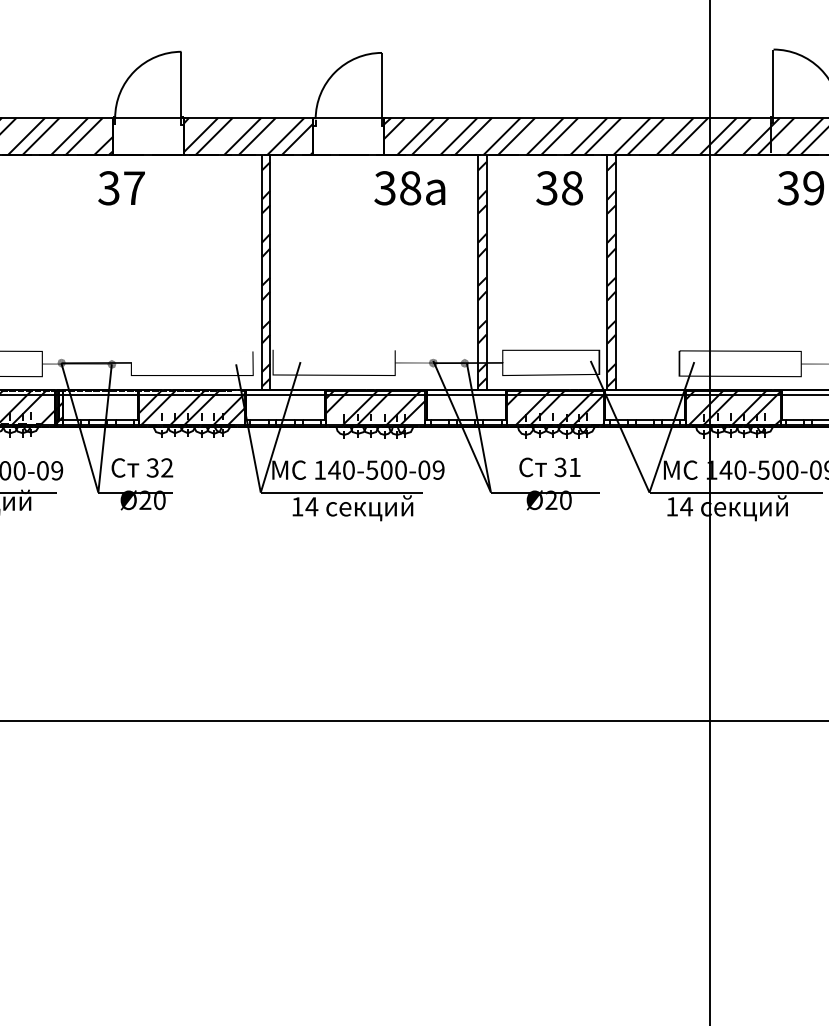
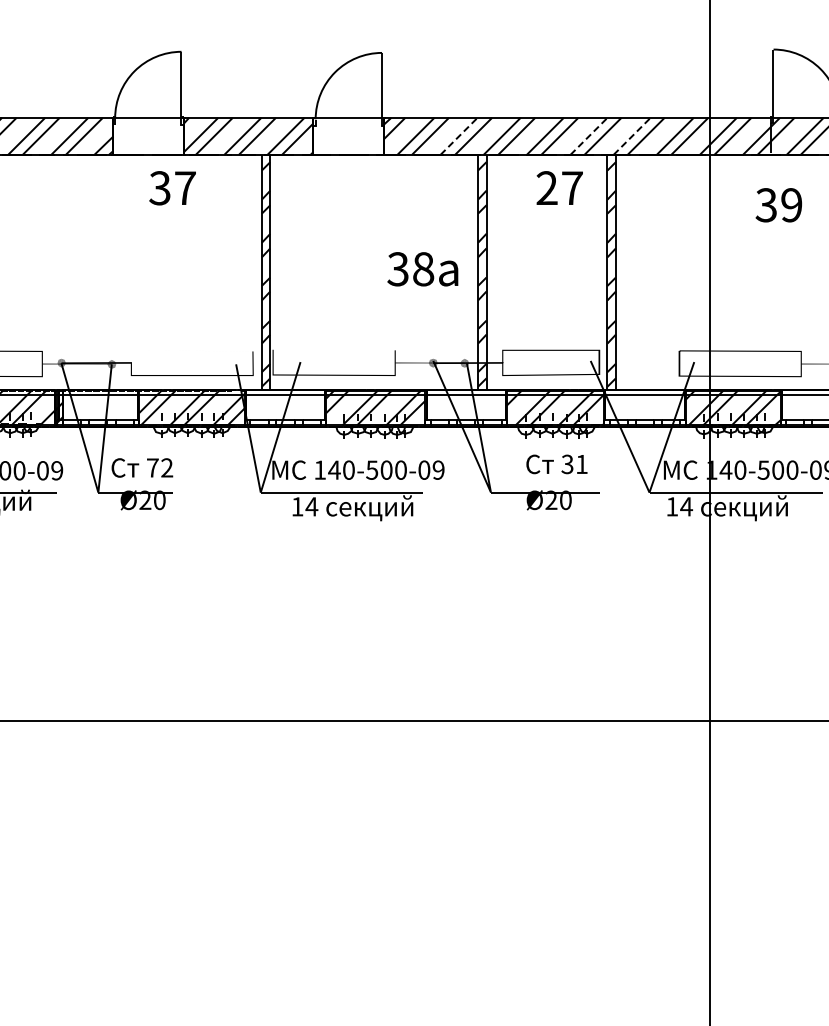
line at (459, 136): solid -> dashed
line at (589, 136): solid -> dashed
line at (632, 136): solid -> dashed
text at (121, 188) position: (121, 188) -> (172, 188)
text at (409, 188) position: (409, 188) -> (422, 269)
text at (559, 188): 38 -> 27
text at (800, 188) position: (800, 188) -> (778, 205)
text at (152, 467): 32 -> 72
text at (549, 467) position: (549, 467) -> (556, 464)
